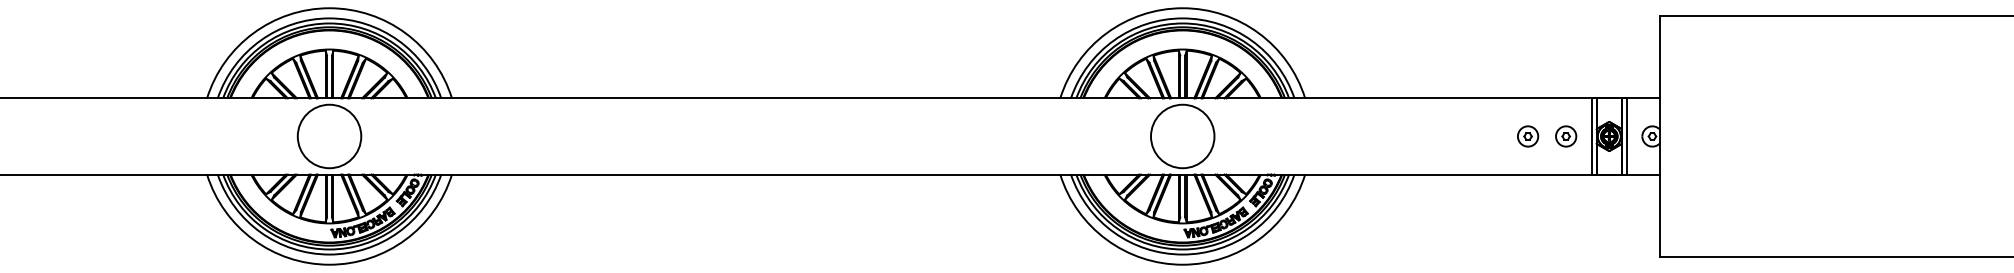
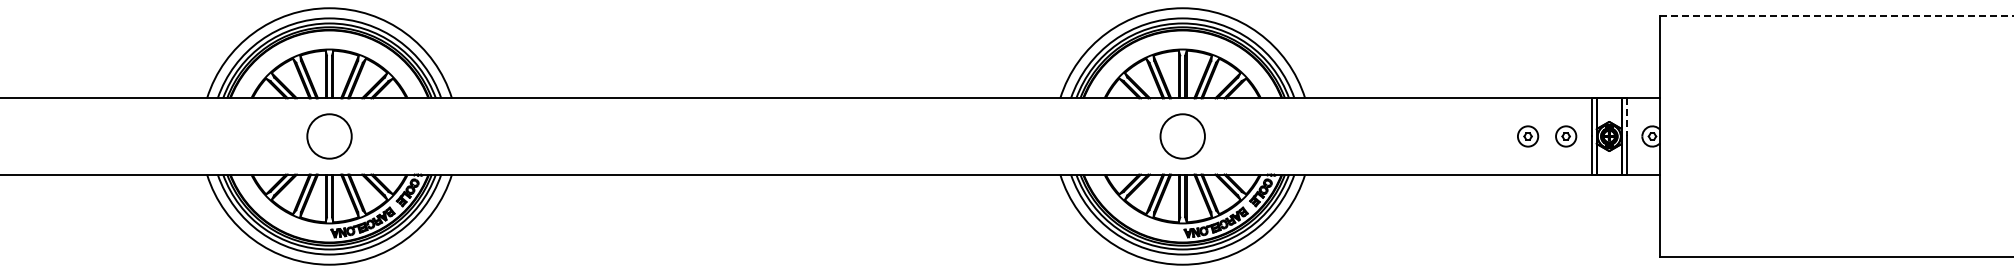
line at (1837, 15): solid -> dashed
line at (1627, 117): solid -> dashed
circle at (329, 136) diameter: 63 px -> 44 px
circle at (1182, 136) diameter: 63 px -> 44 px
